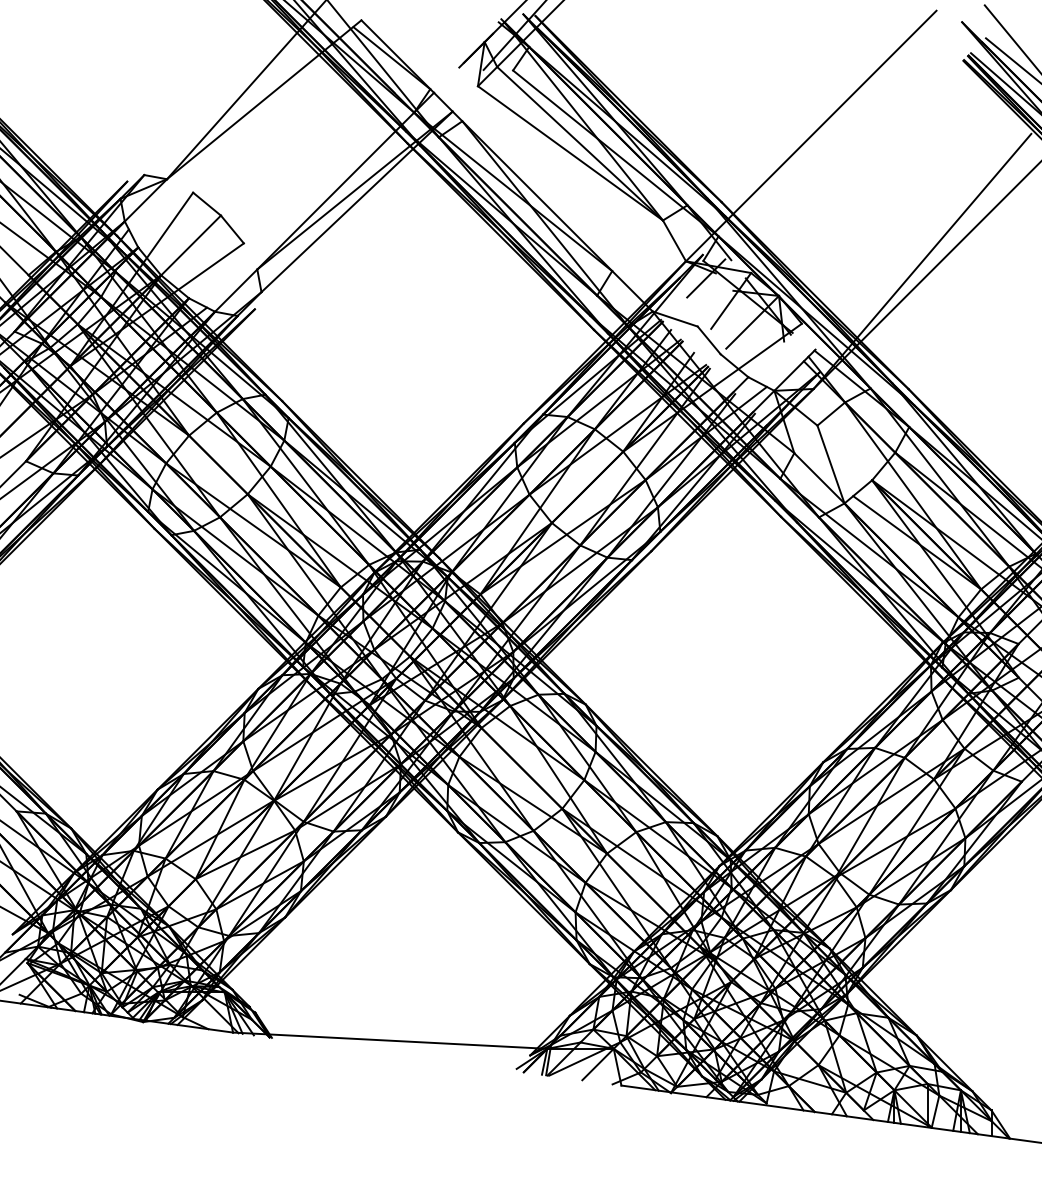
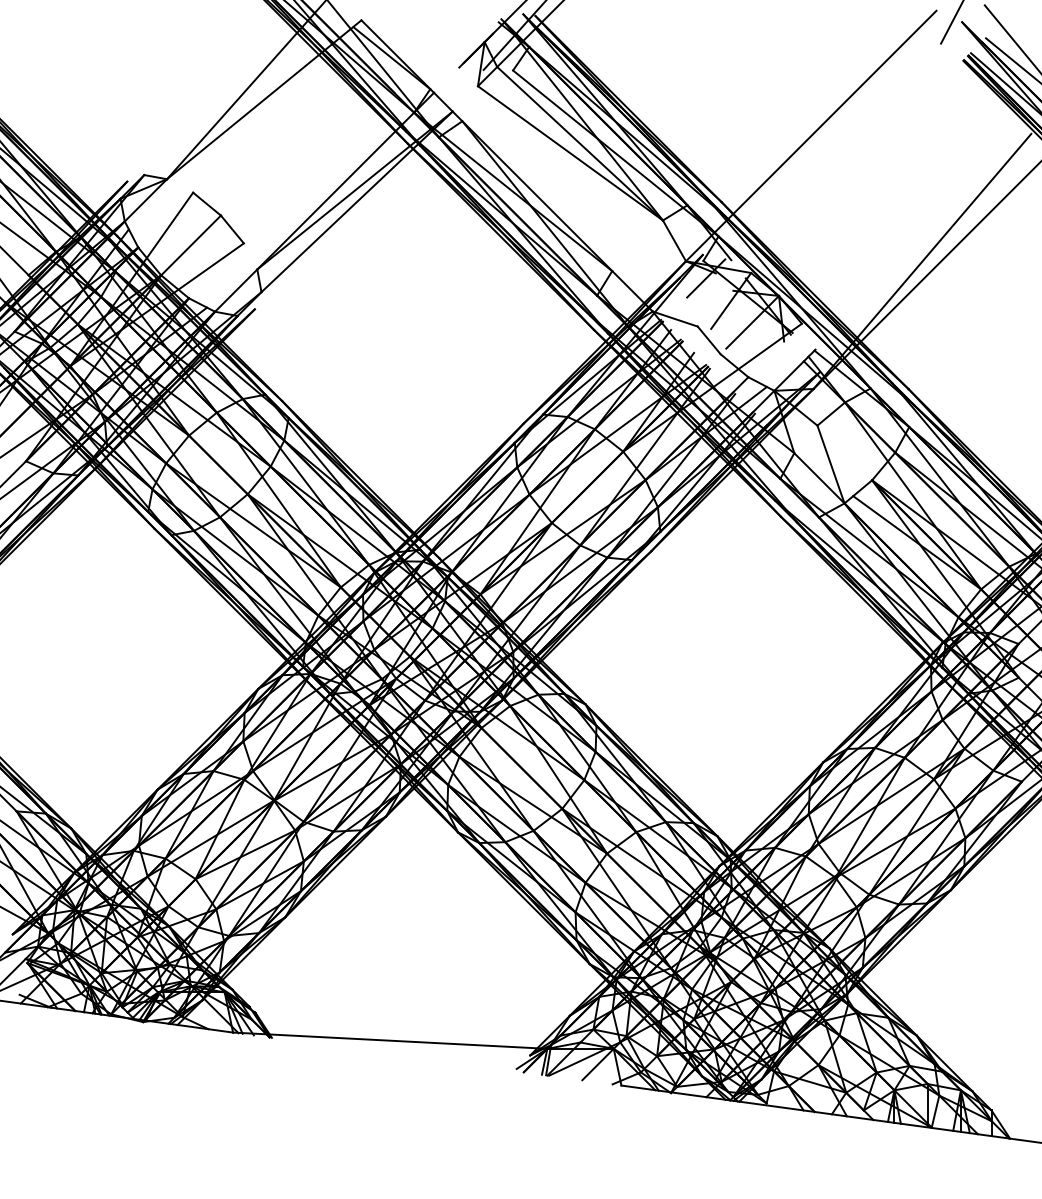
line at (951, 22): none -> present
